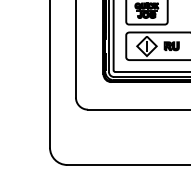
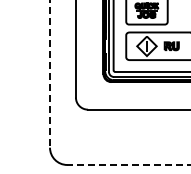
line at (50, 73): solid -> dashed
line at (128, 164): solid -> dashed
